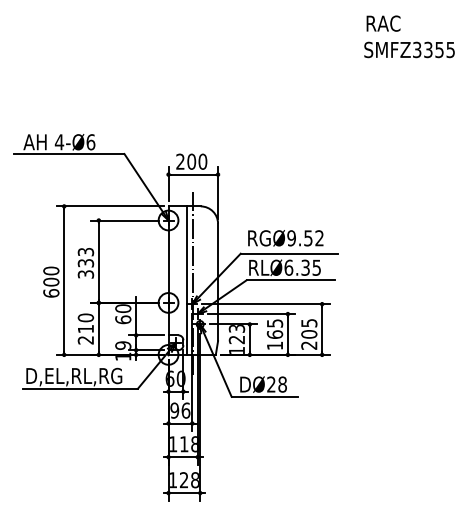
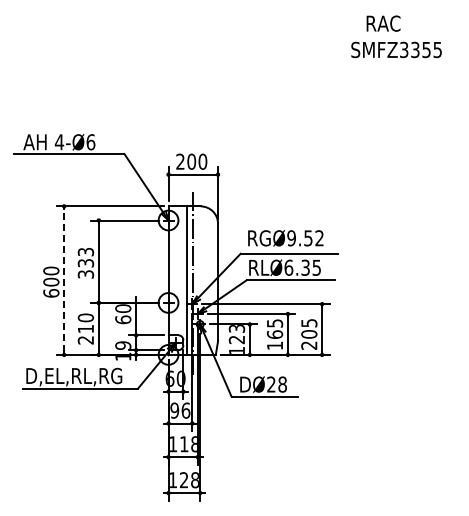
text at (409, 49) position: (409, 49) -> (396, 49)
line at (64, 280): solid -> dashed
